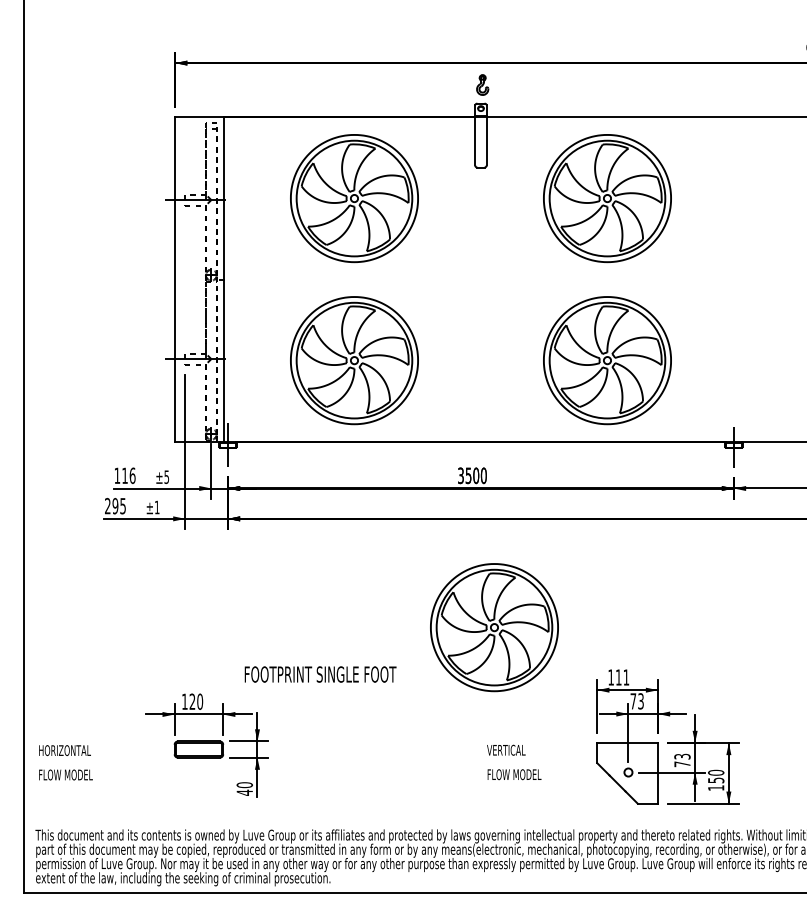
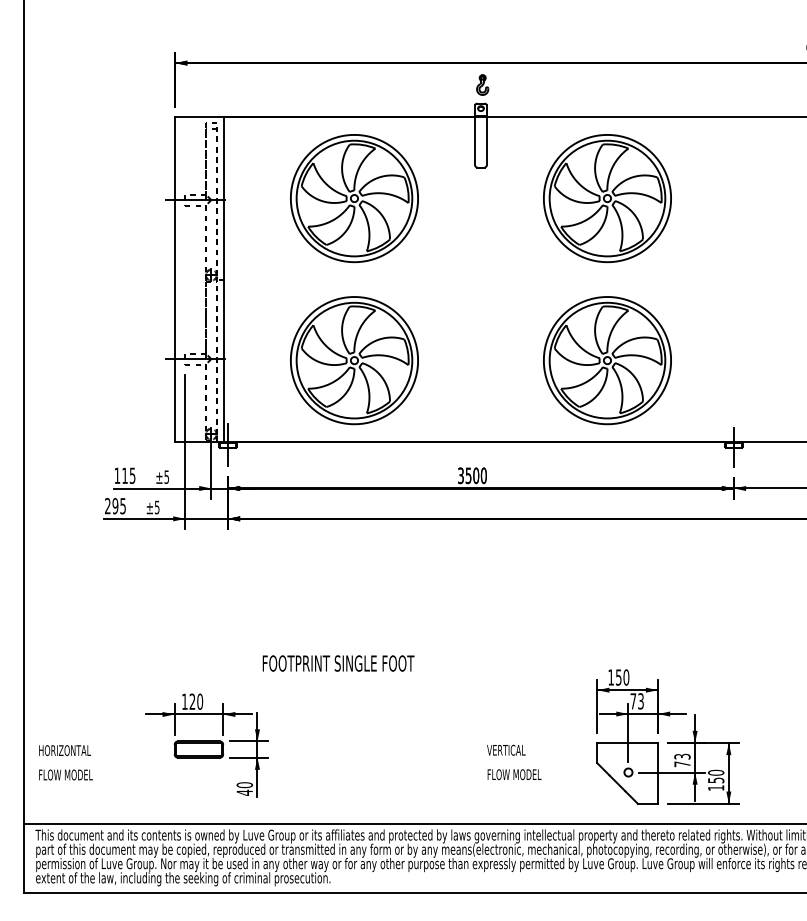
text at (132, 475): 116 -> 115
text at (156, 507): ±1 -> ±5
part at (494, 627): present -> none
text at (320, 674) position: (320, 674) -> (338, 663)
text at (622, 677): 111 -> 150
line at (413, 823): none -> present
